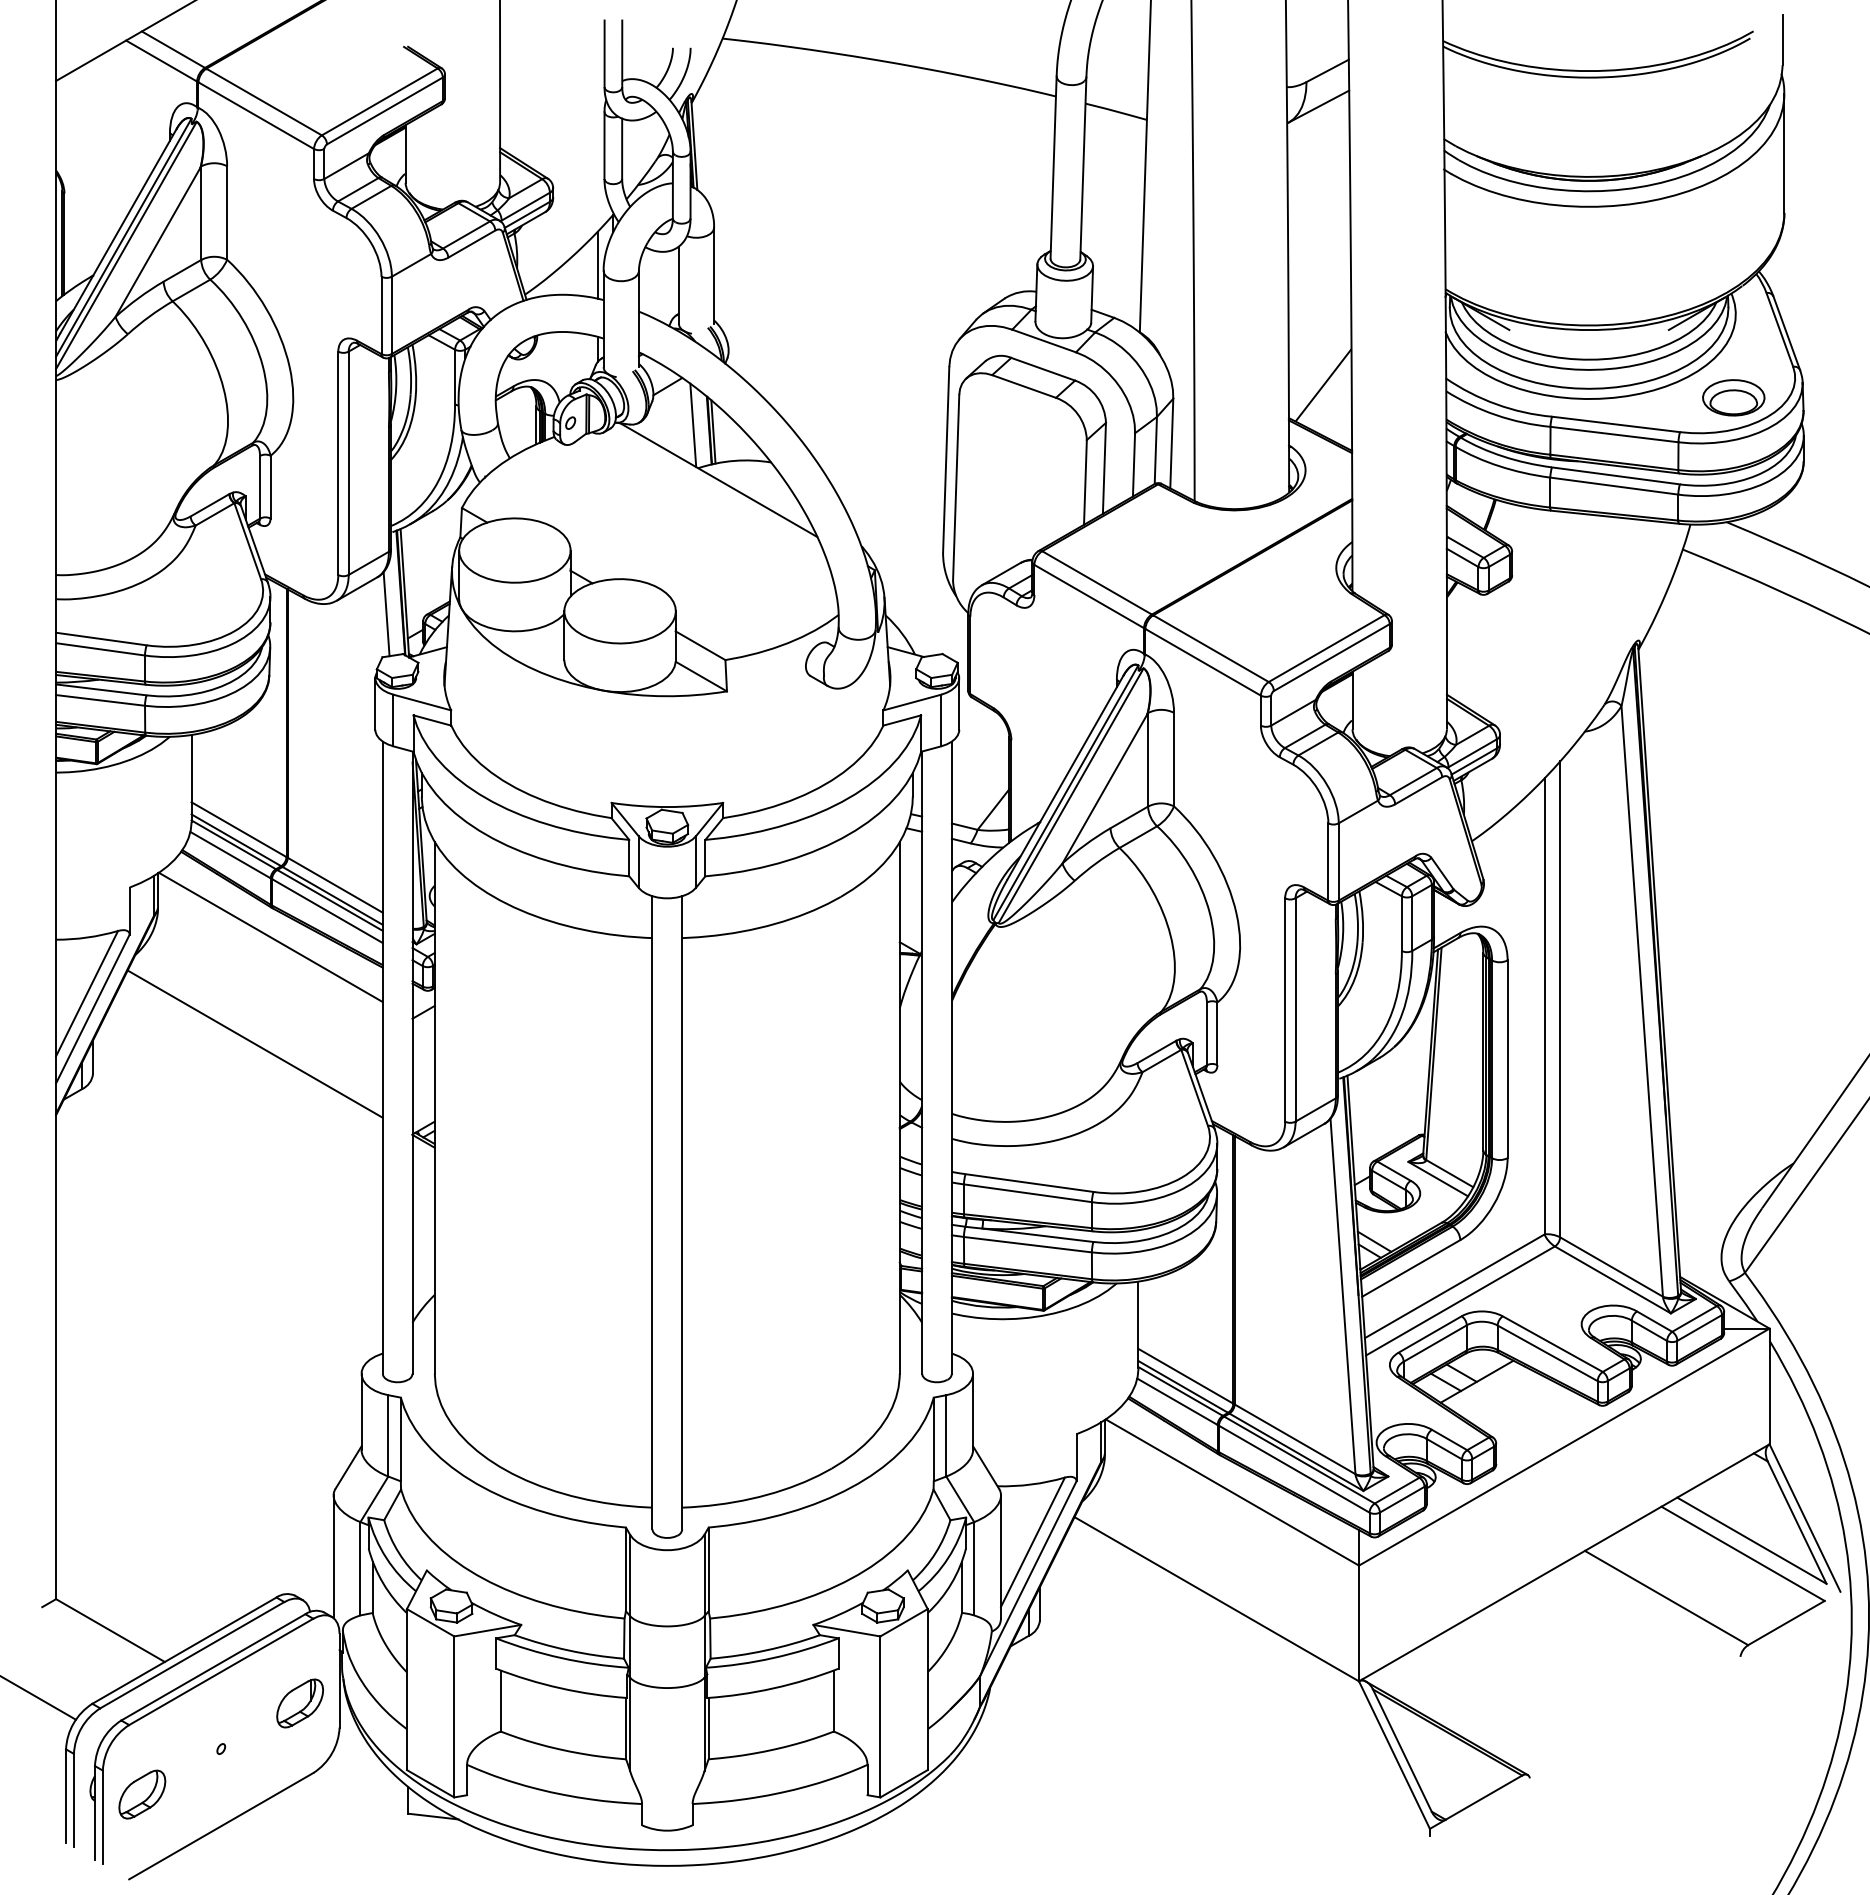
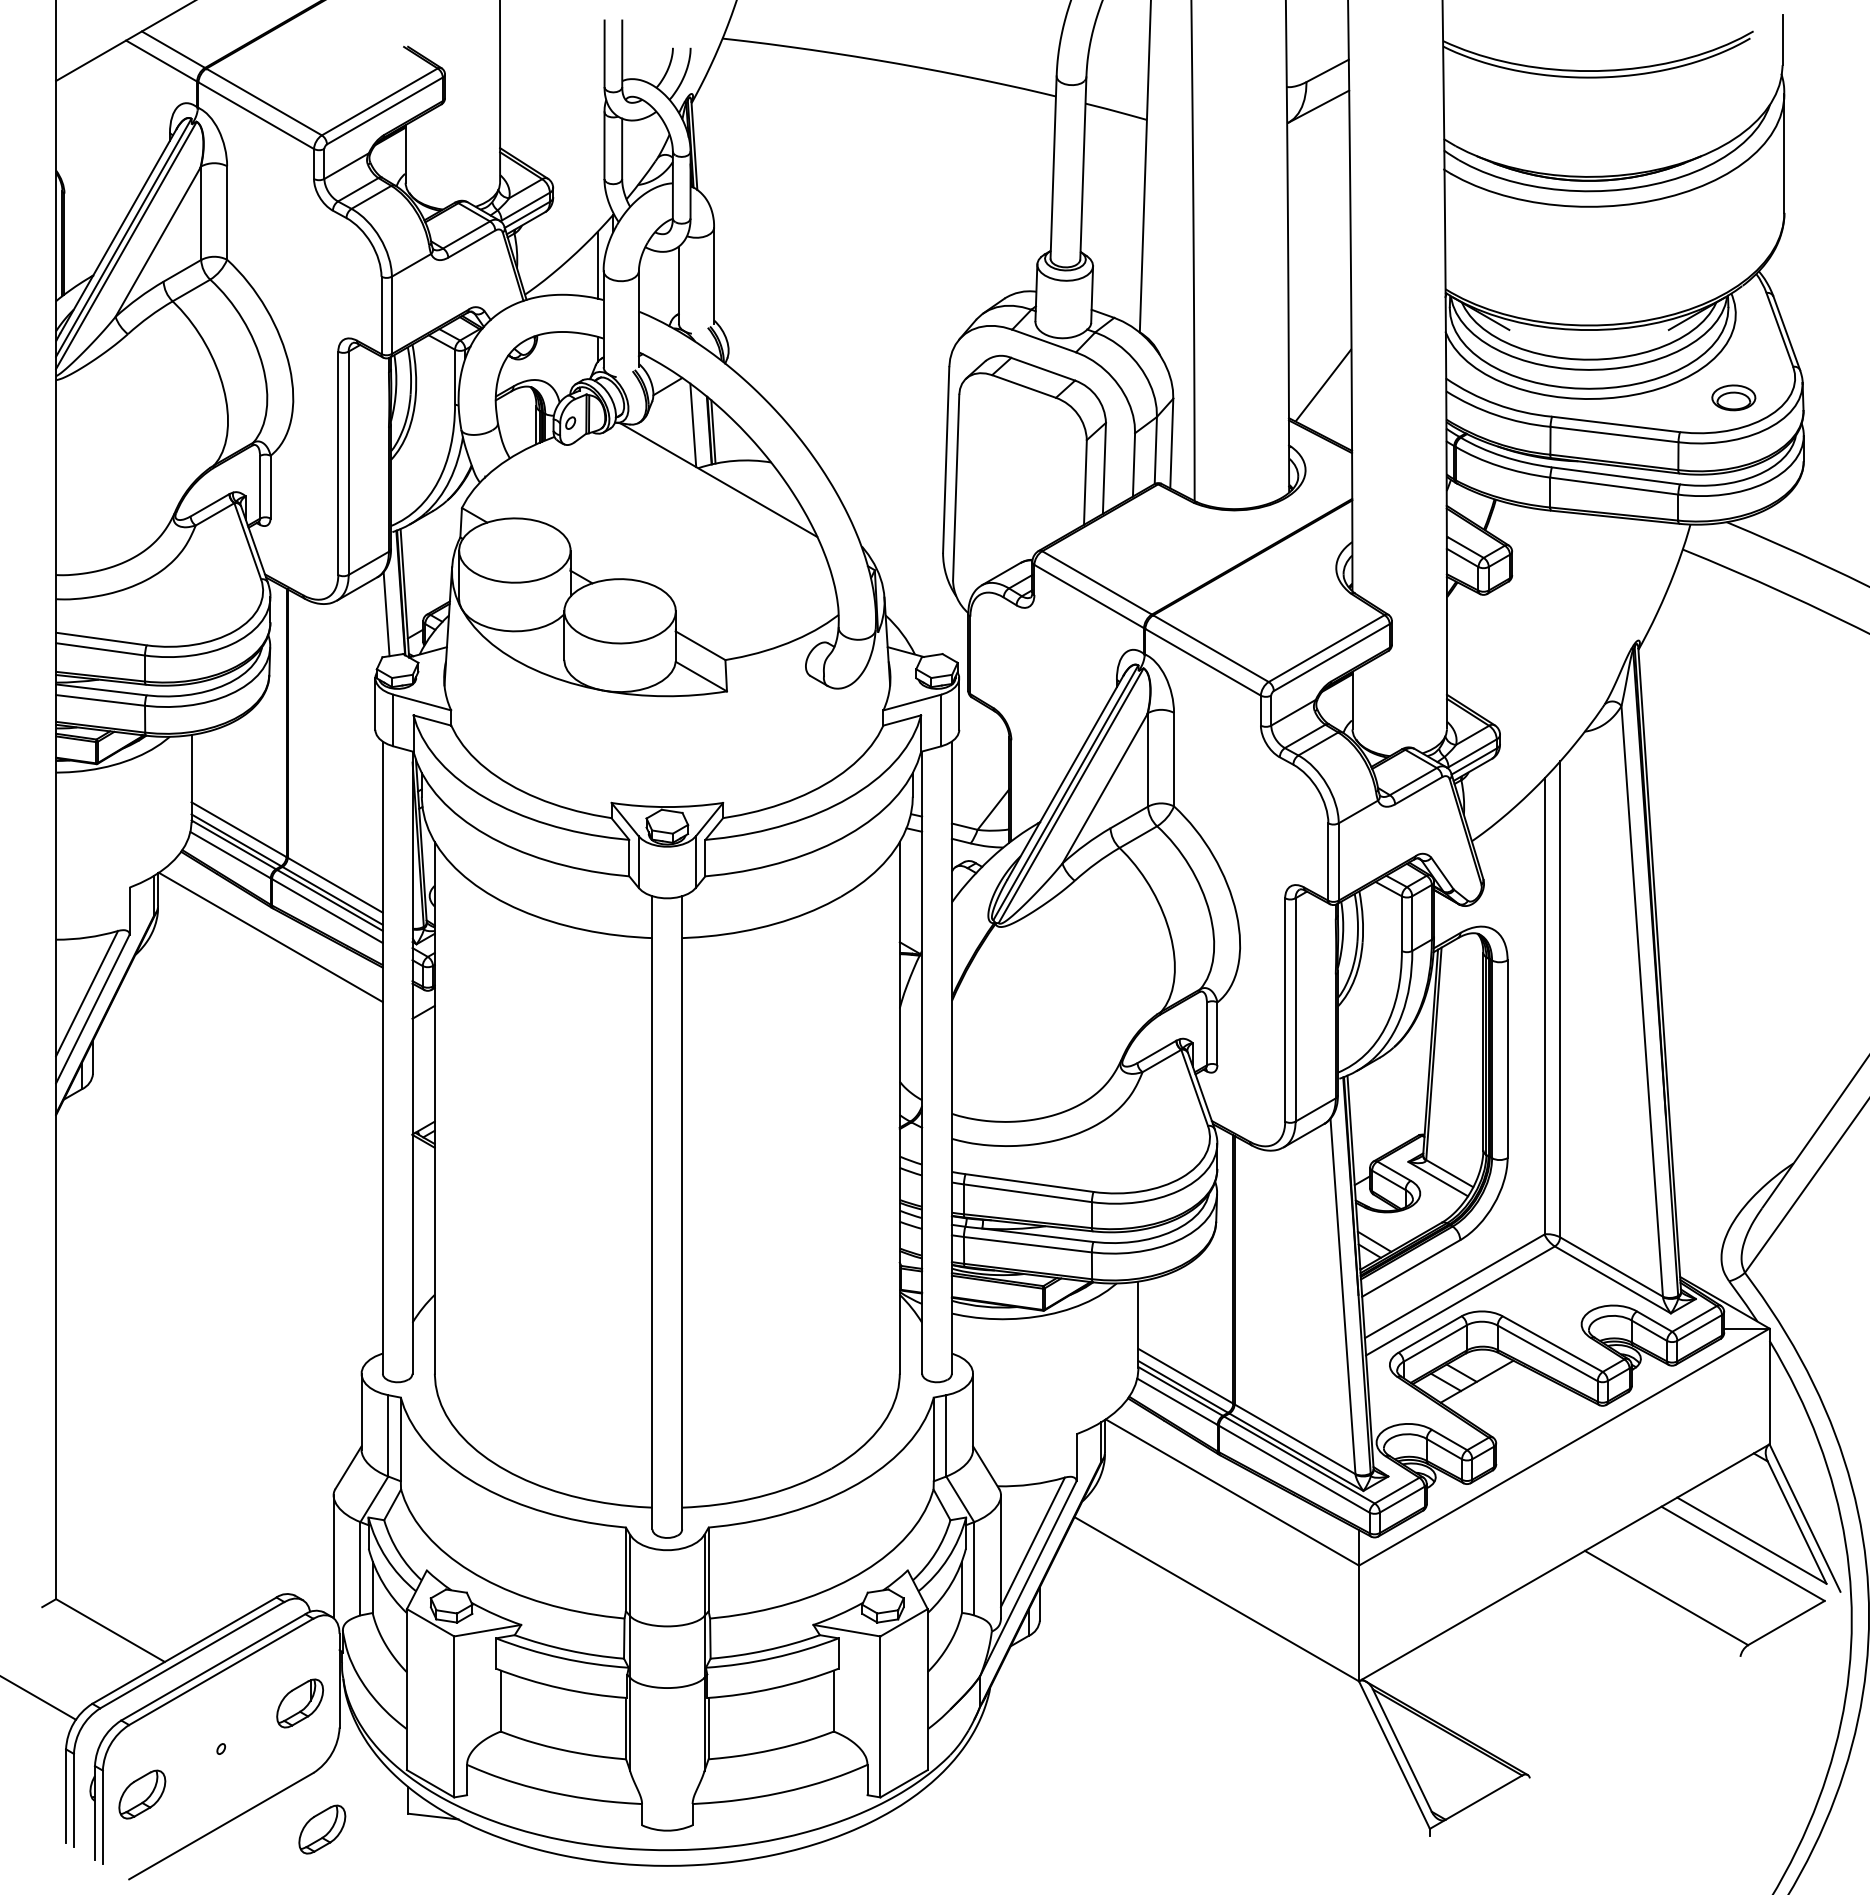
part at (1733, 397) size: 64x38 px -> 46x28 px
line at (254, 1043): present -> none
part at (322, 1829): none -> present
